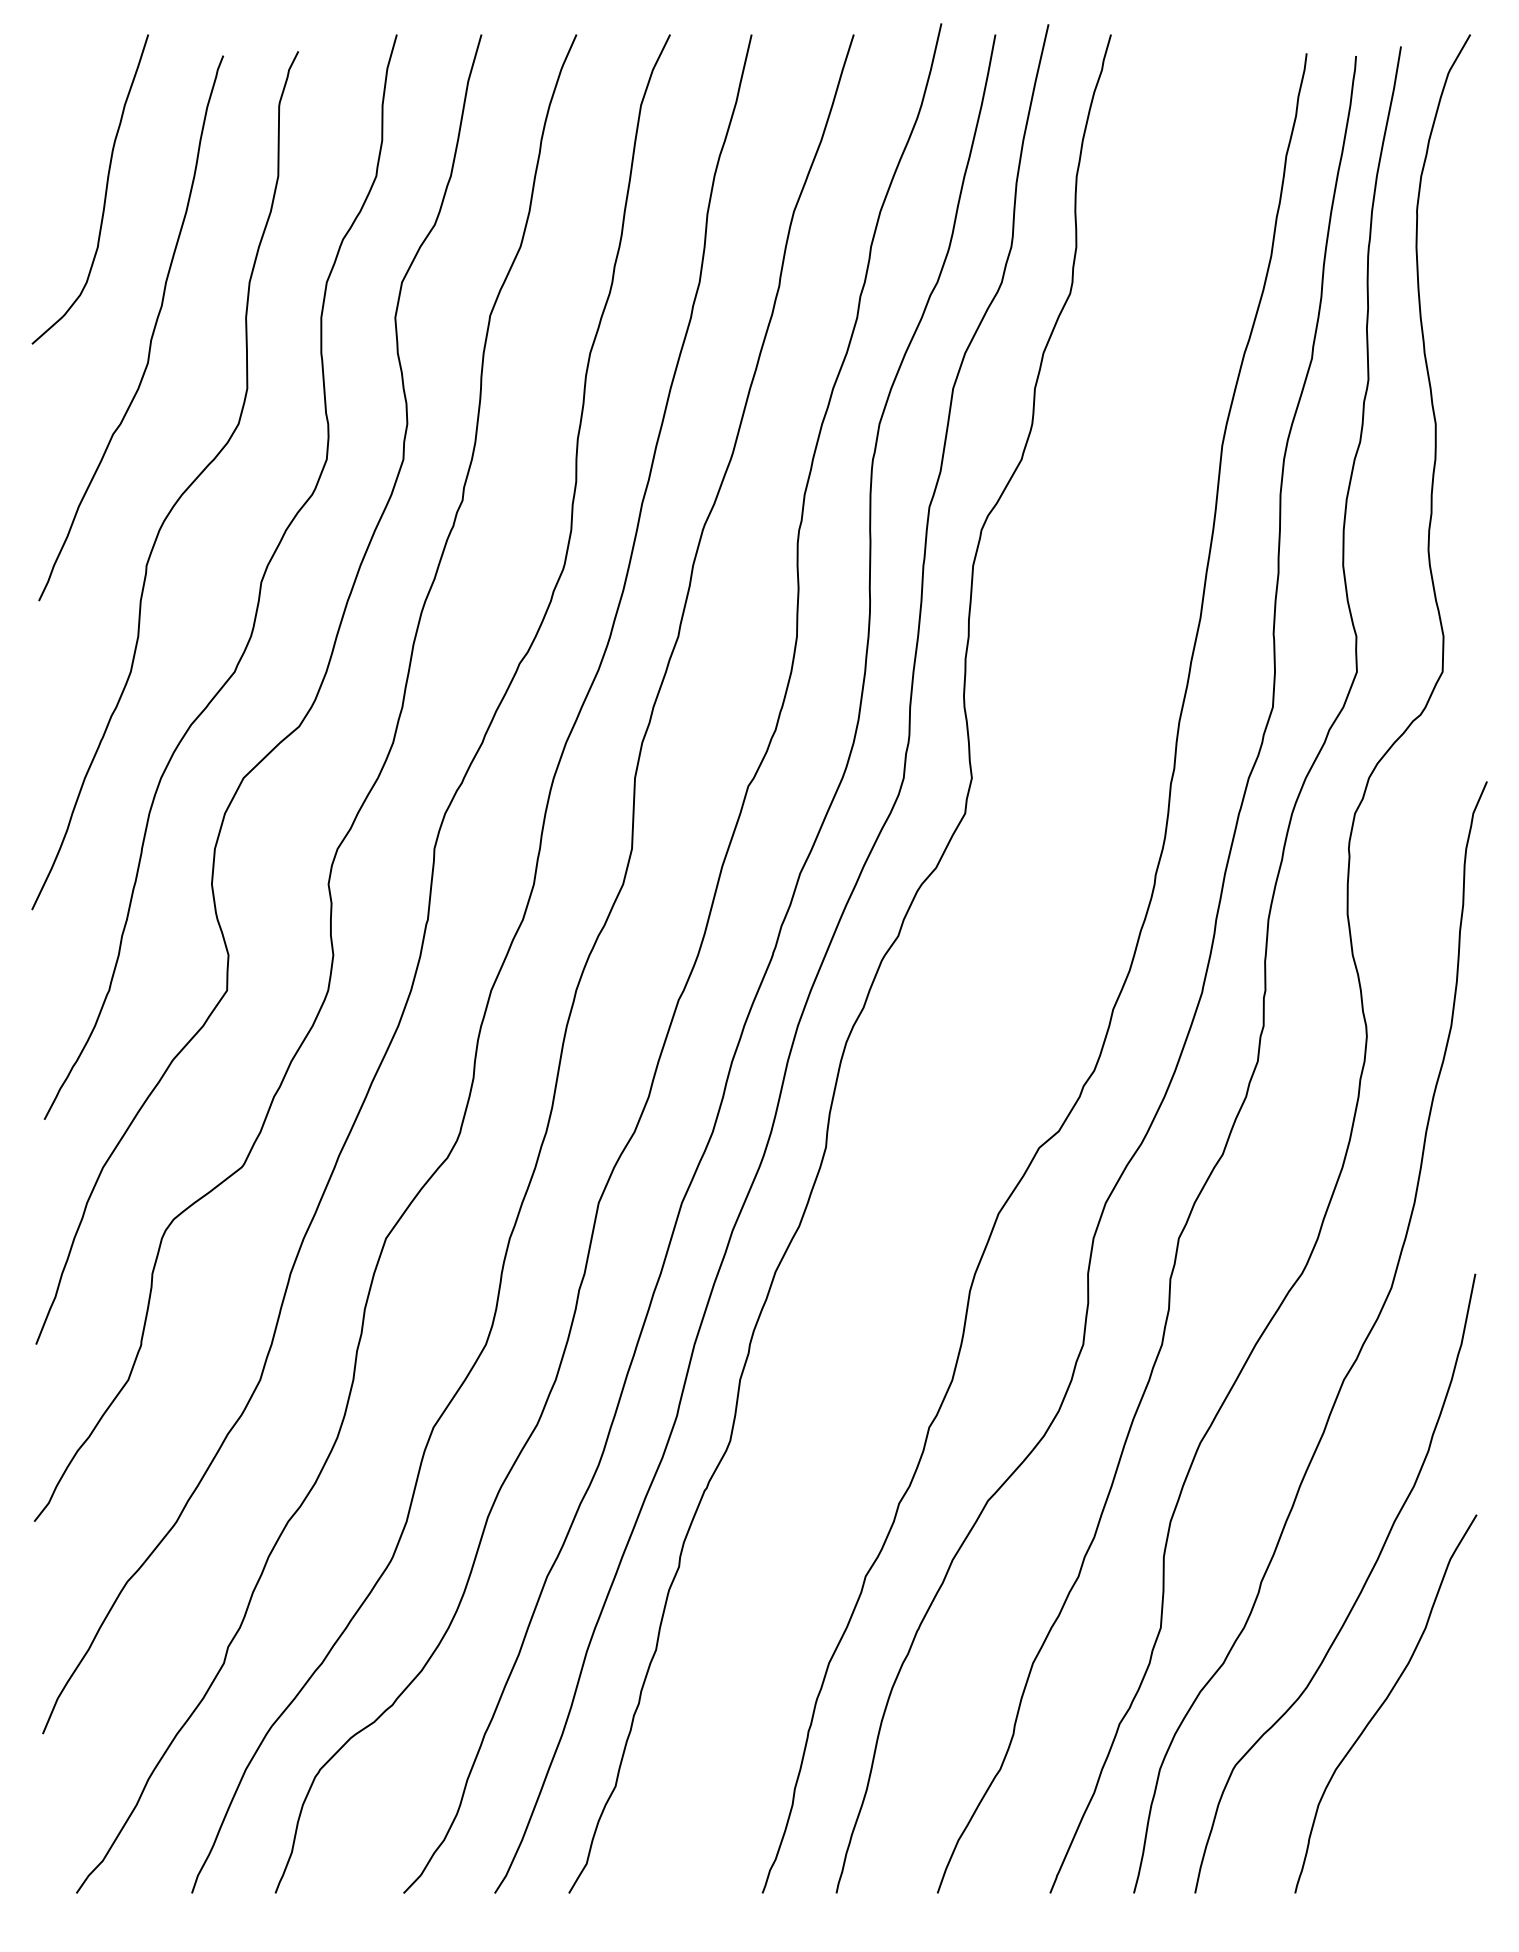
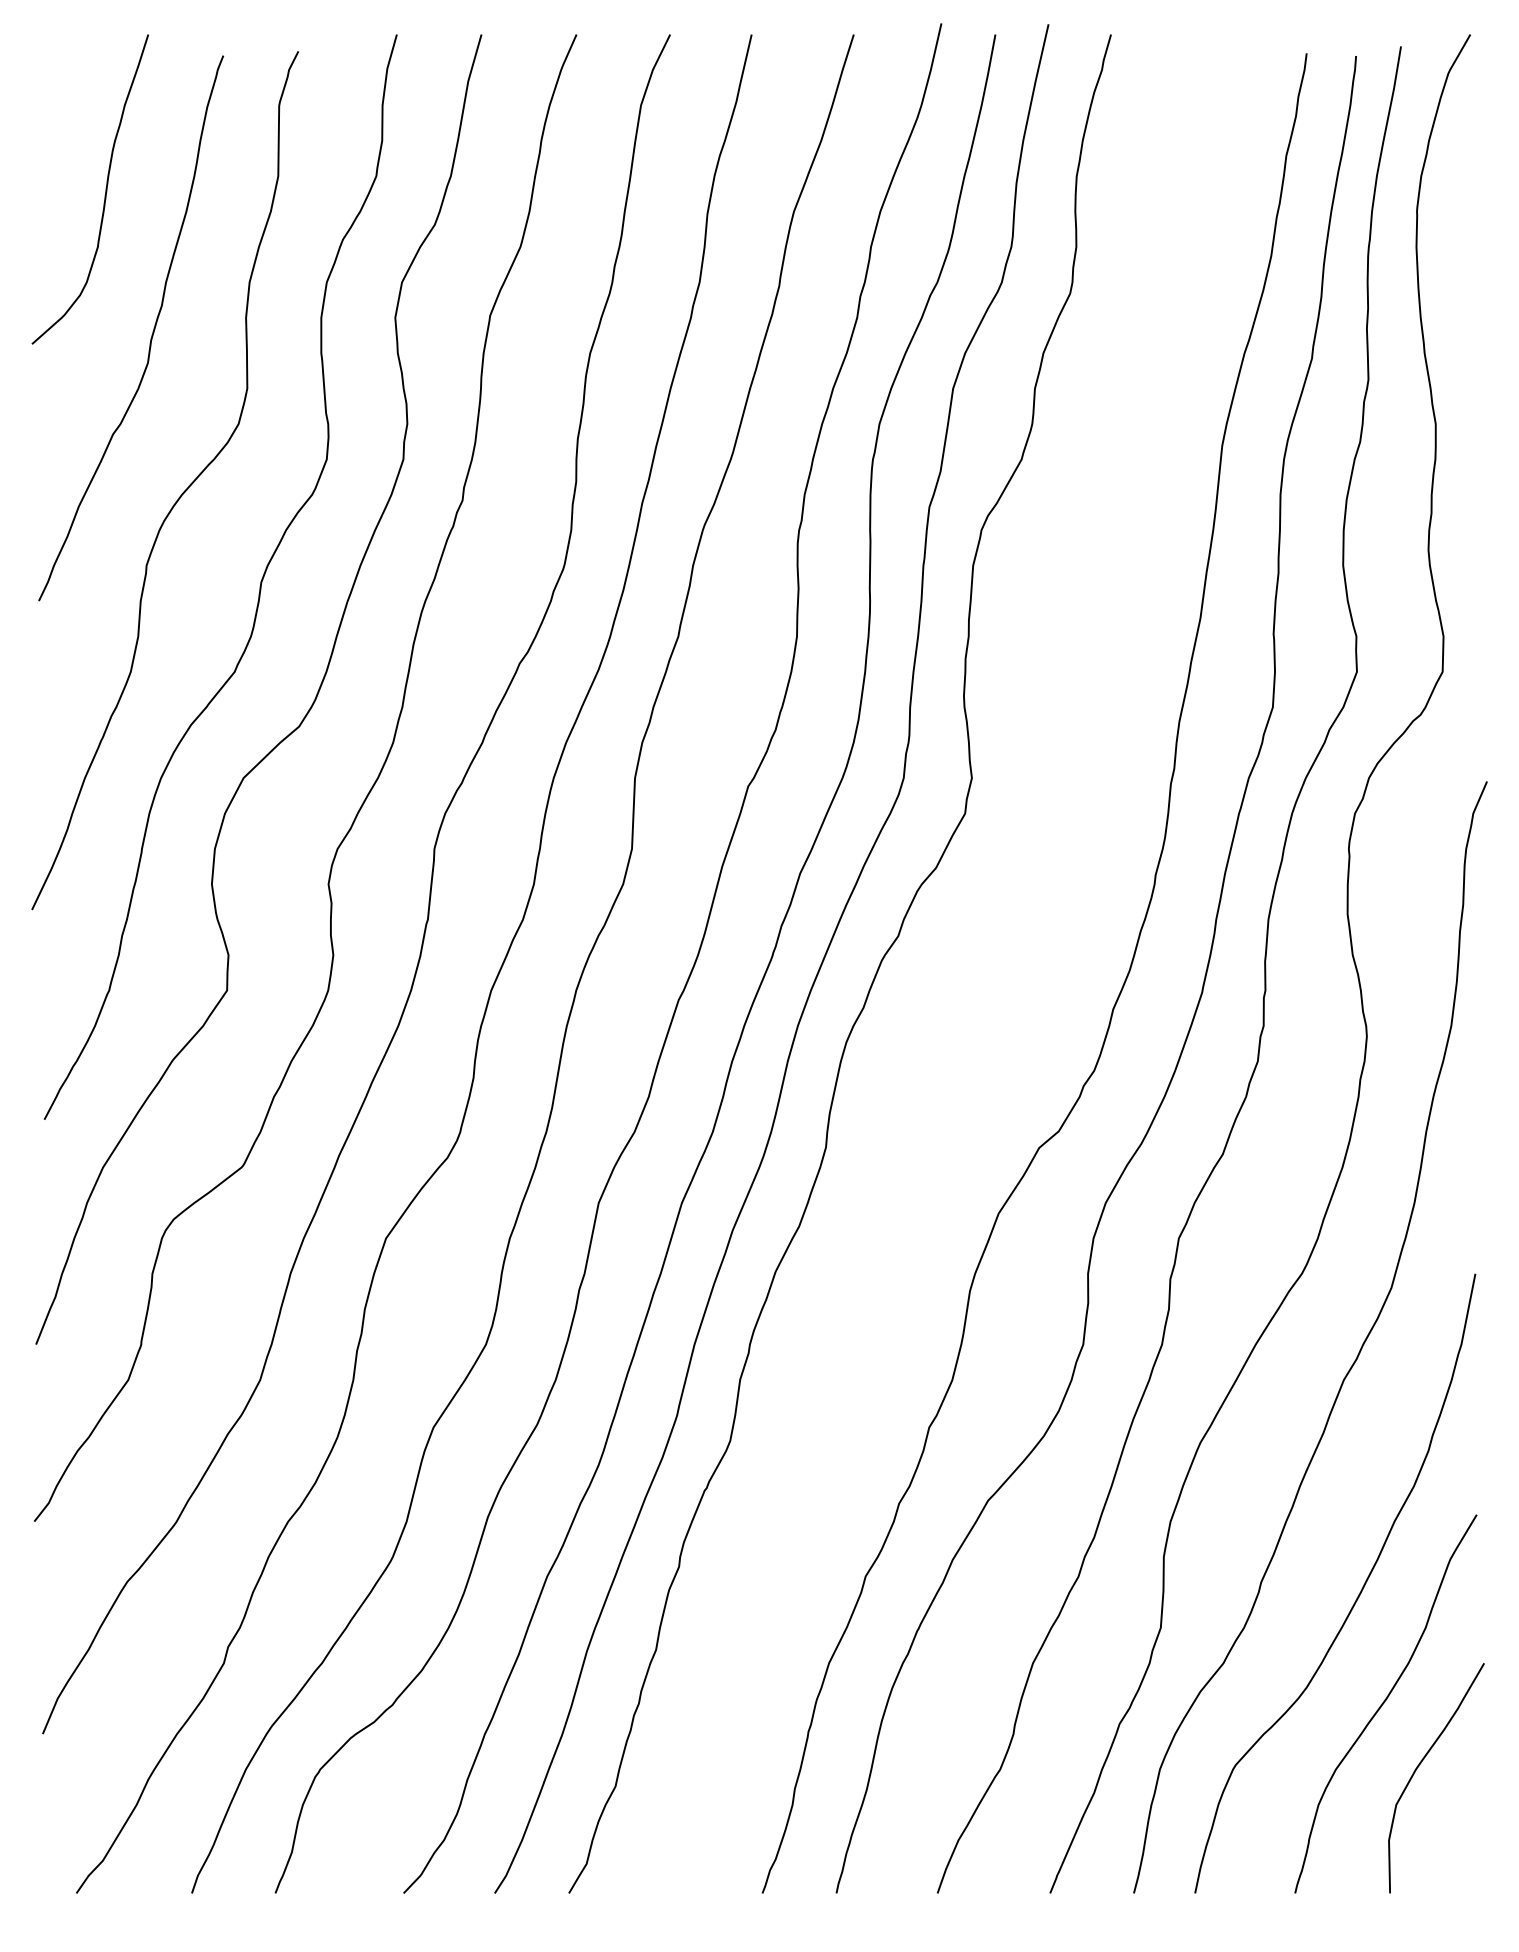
curve at (1419, 1766): none -> present
